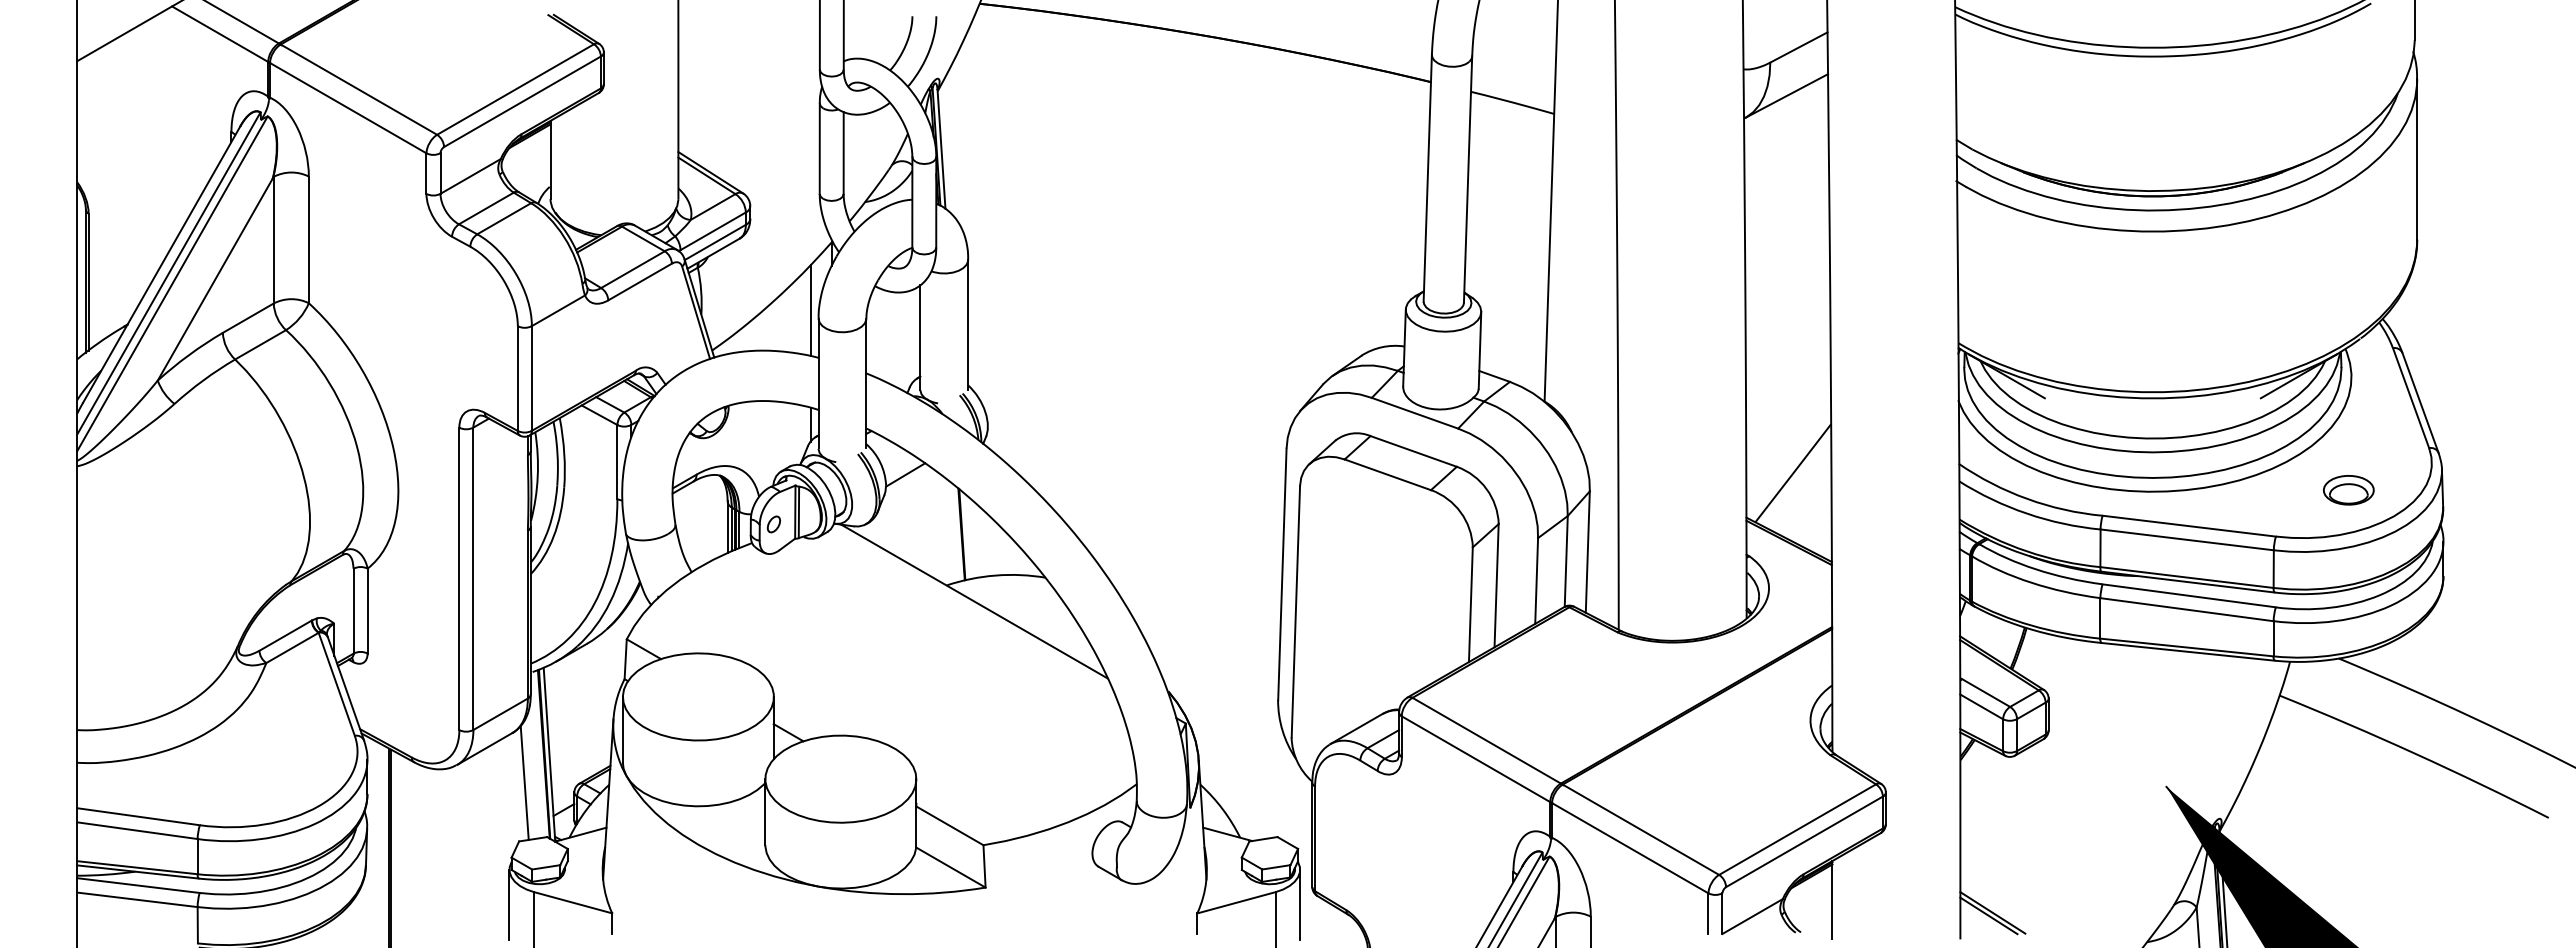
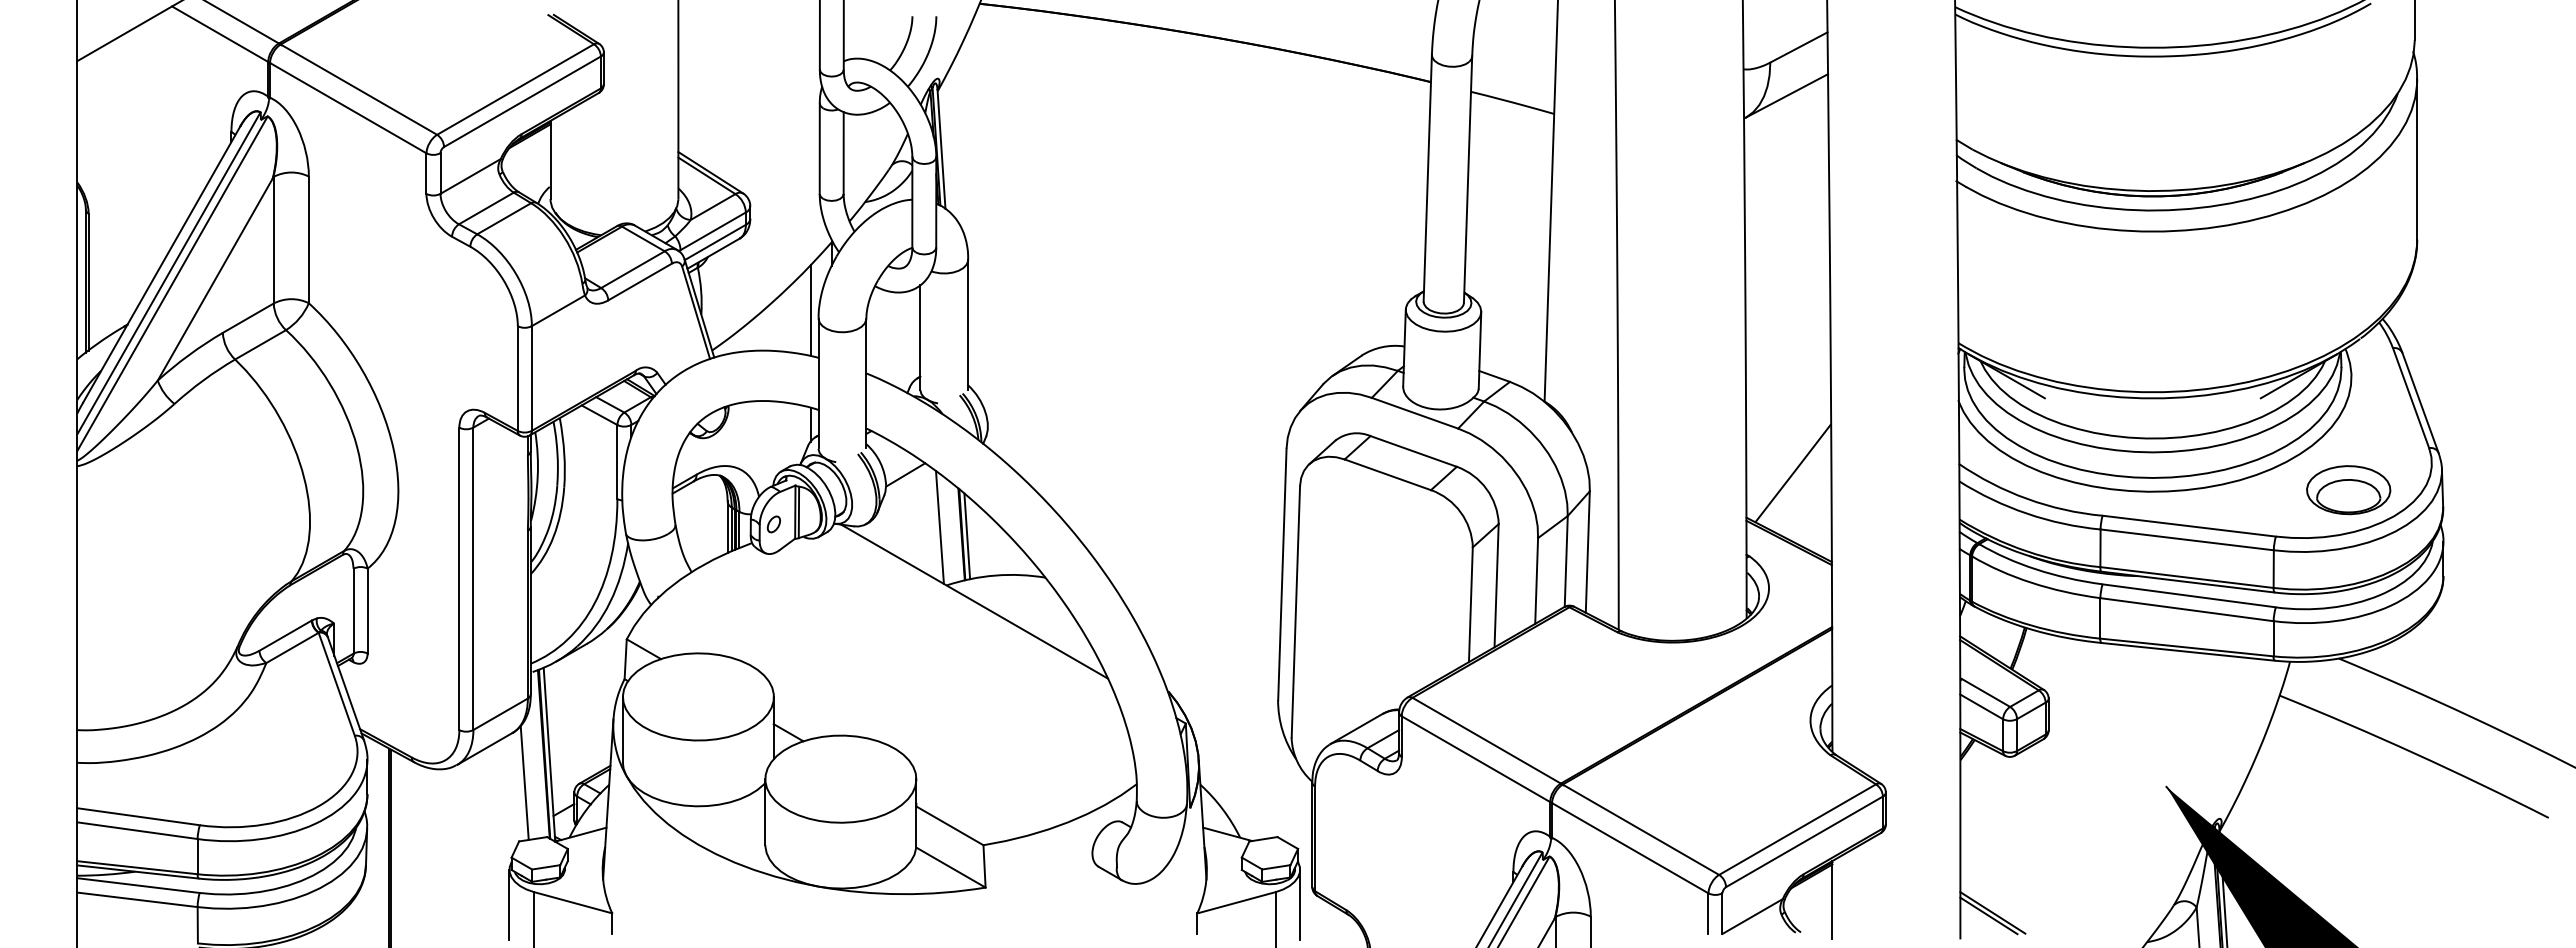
part at (2348, 490) size: 53x31 px -> 86x51 px
line at (939, 527): none -> present
line at (967, 536): none -> present
